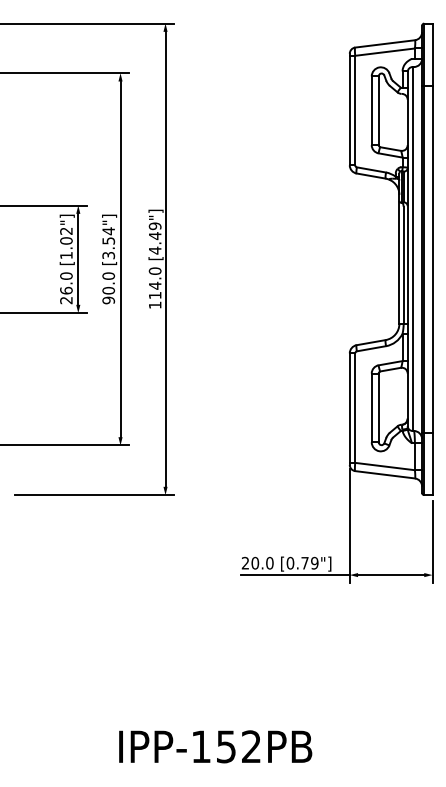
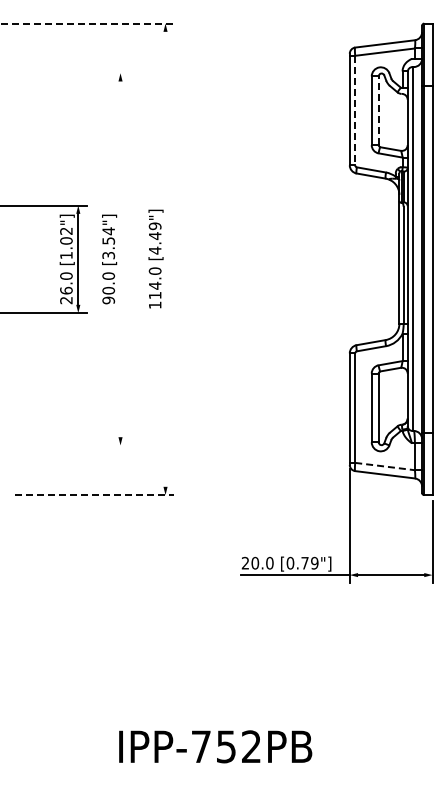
line at (87, 23): solid -> dashed
line at (65, 73): present -> none
line at (355, 110): solid -> dashed
line at (378, 110): solid -> dashed
line at (165, 258): present -> none
line at (120, 259): present -> none
line at (65, 445): present -> none
line at (385, 466): solid -> dashed
line at (94, 495): solid -> dashed
text at (201, 746): IPP-152PB -> IPP-752PB
